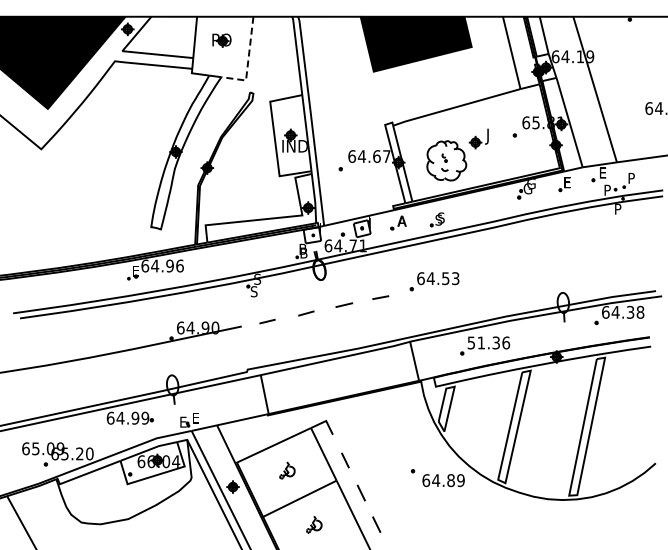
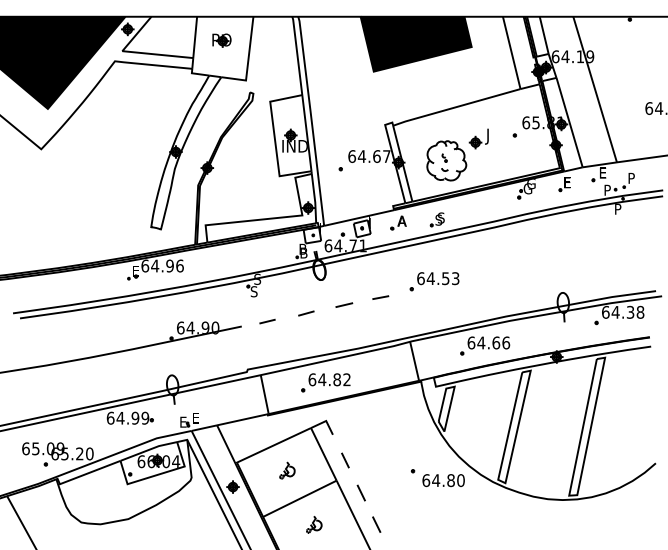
line at (248, 61): dashed -> solid
text at (483, 342): 51.36 -> 64.66
part at (325, 382): none -> present
text at (460, 480): 64.89 -> 64.80
